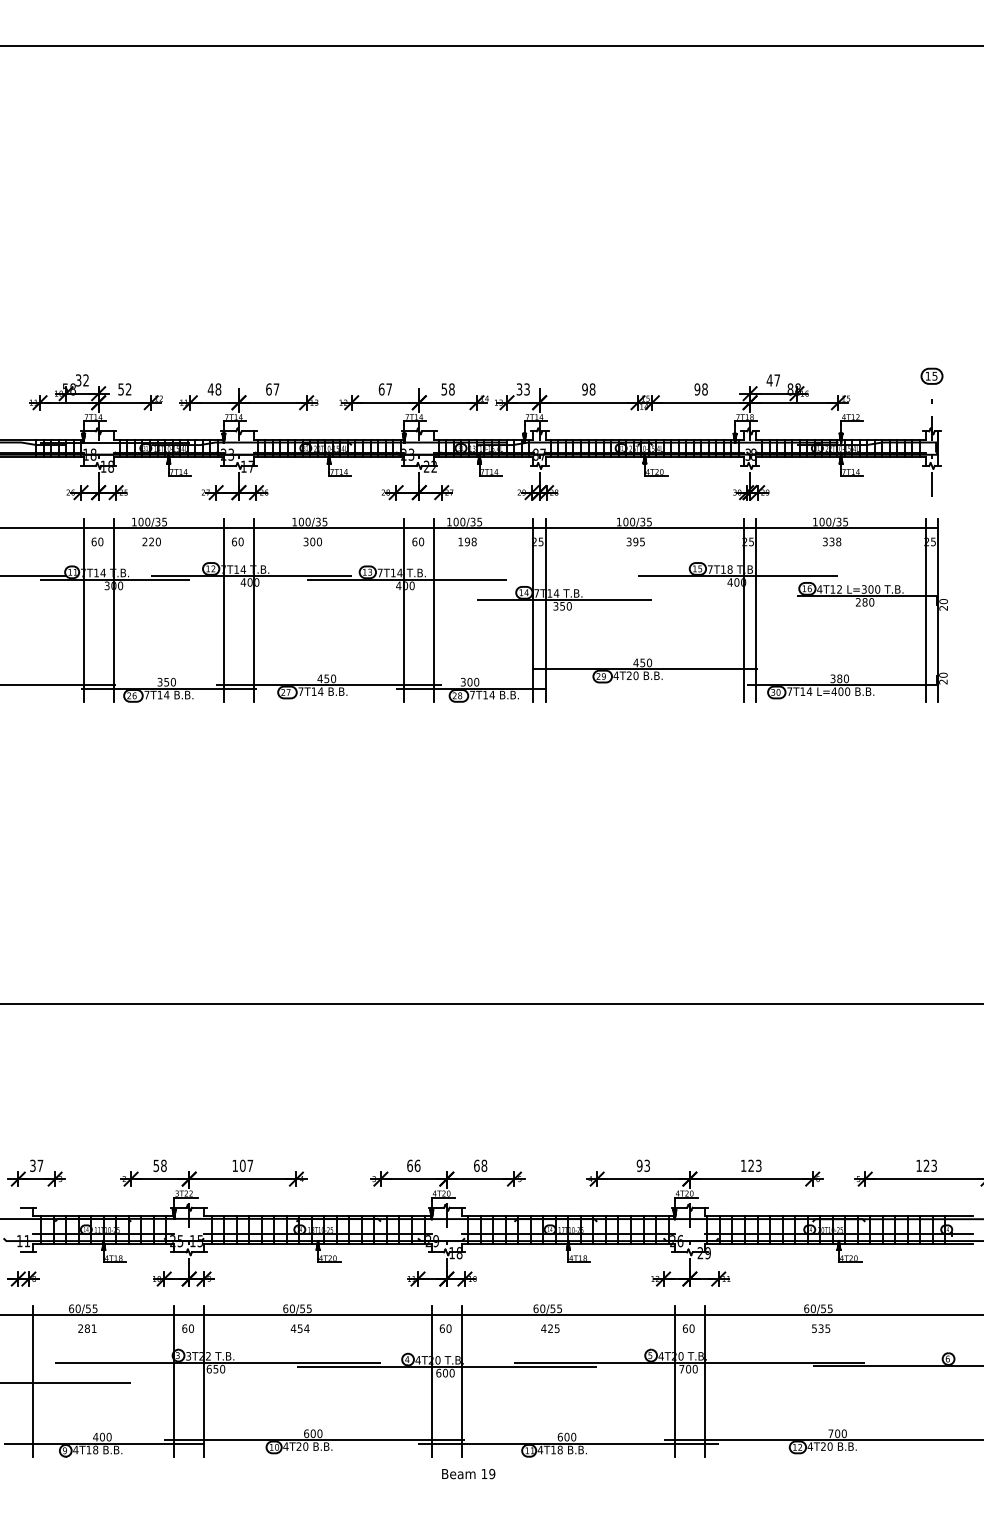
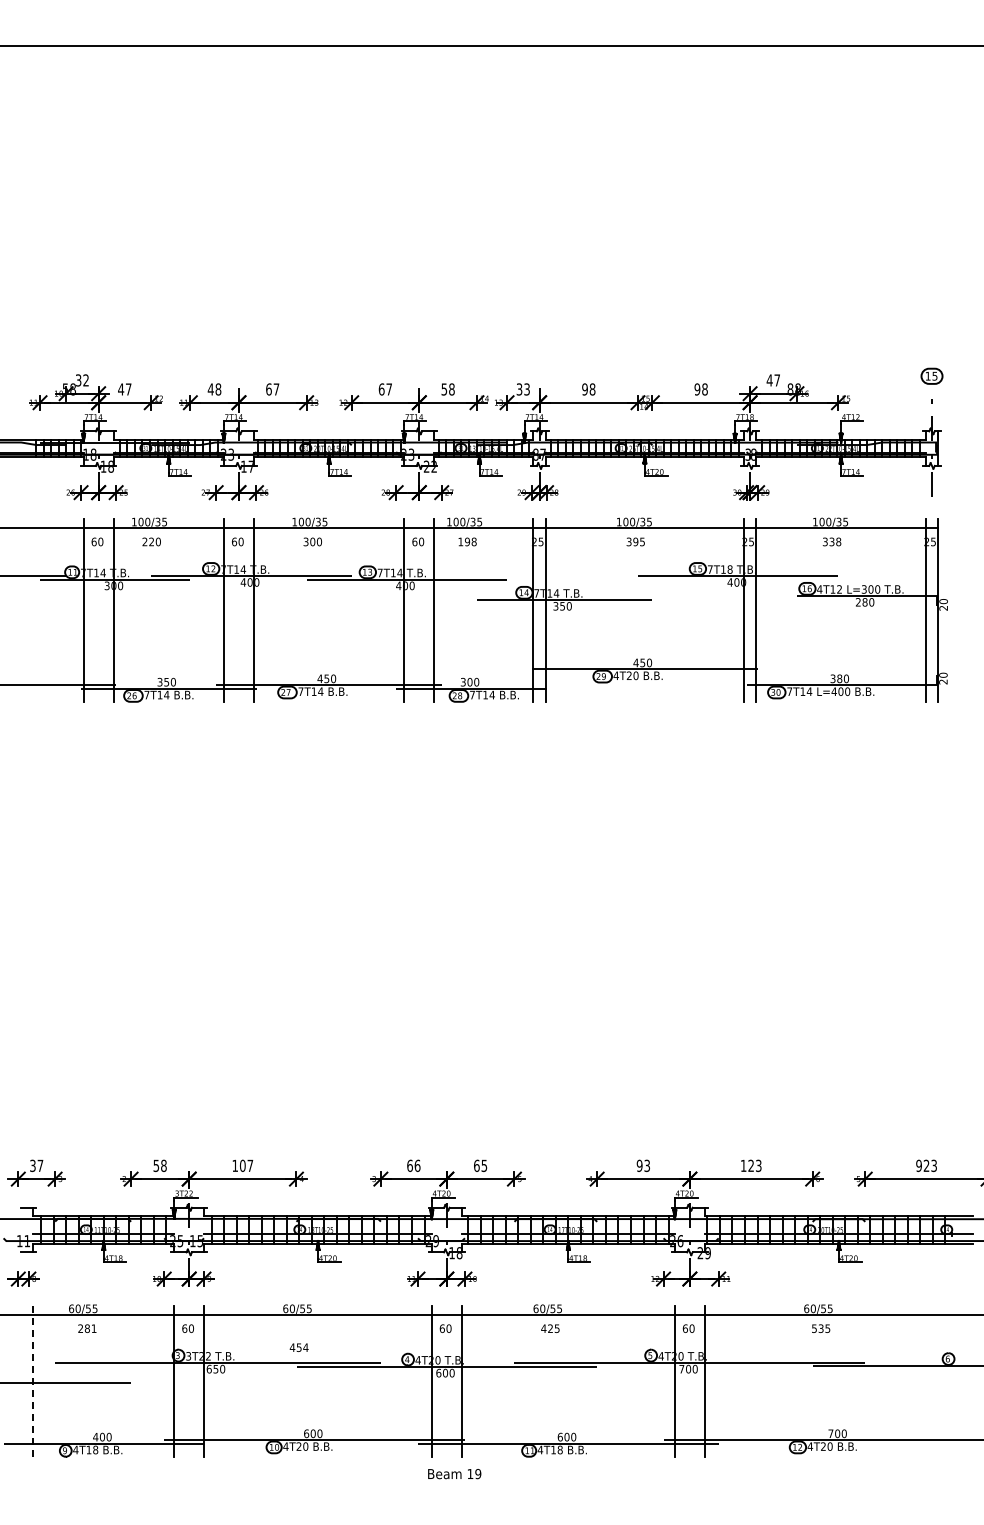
text at (124, 389): 52 -> 47
line at (491, 1003): present -> none
text at (484, 1165): 68 -> 65
text at (918, 1165): 123 -> 923
text at (299, 1328) position: (299, 1328) -> (298, 1347)
line at (33, 1381): solid -> dashed
text at (468, 1474) position: (468, 1474) -> (454, 1474)
